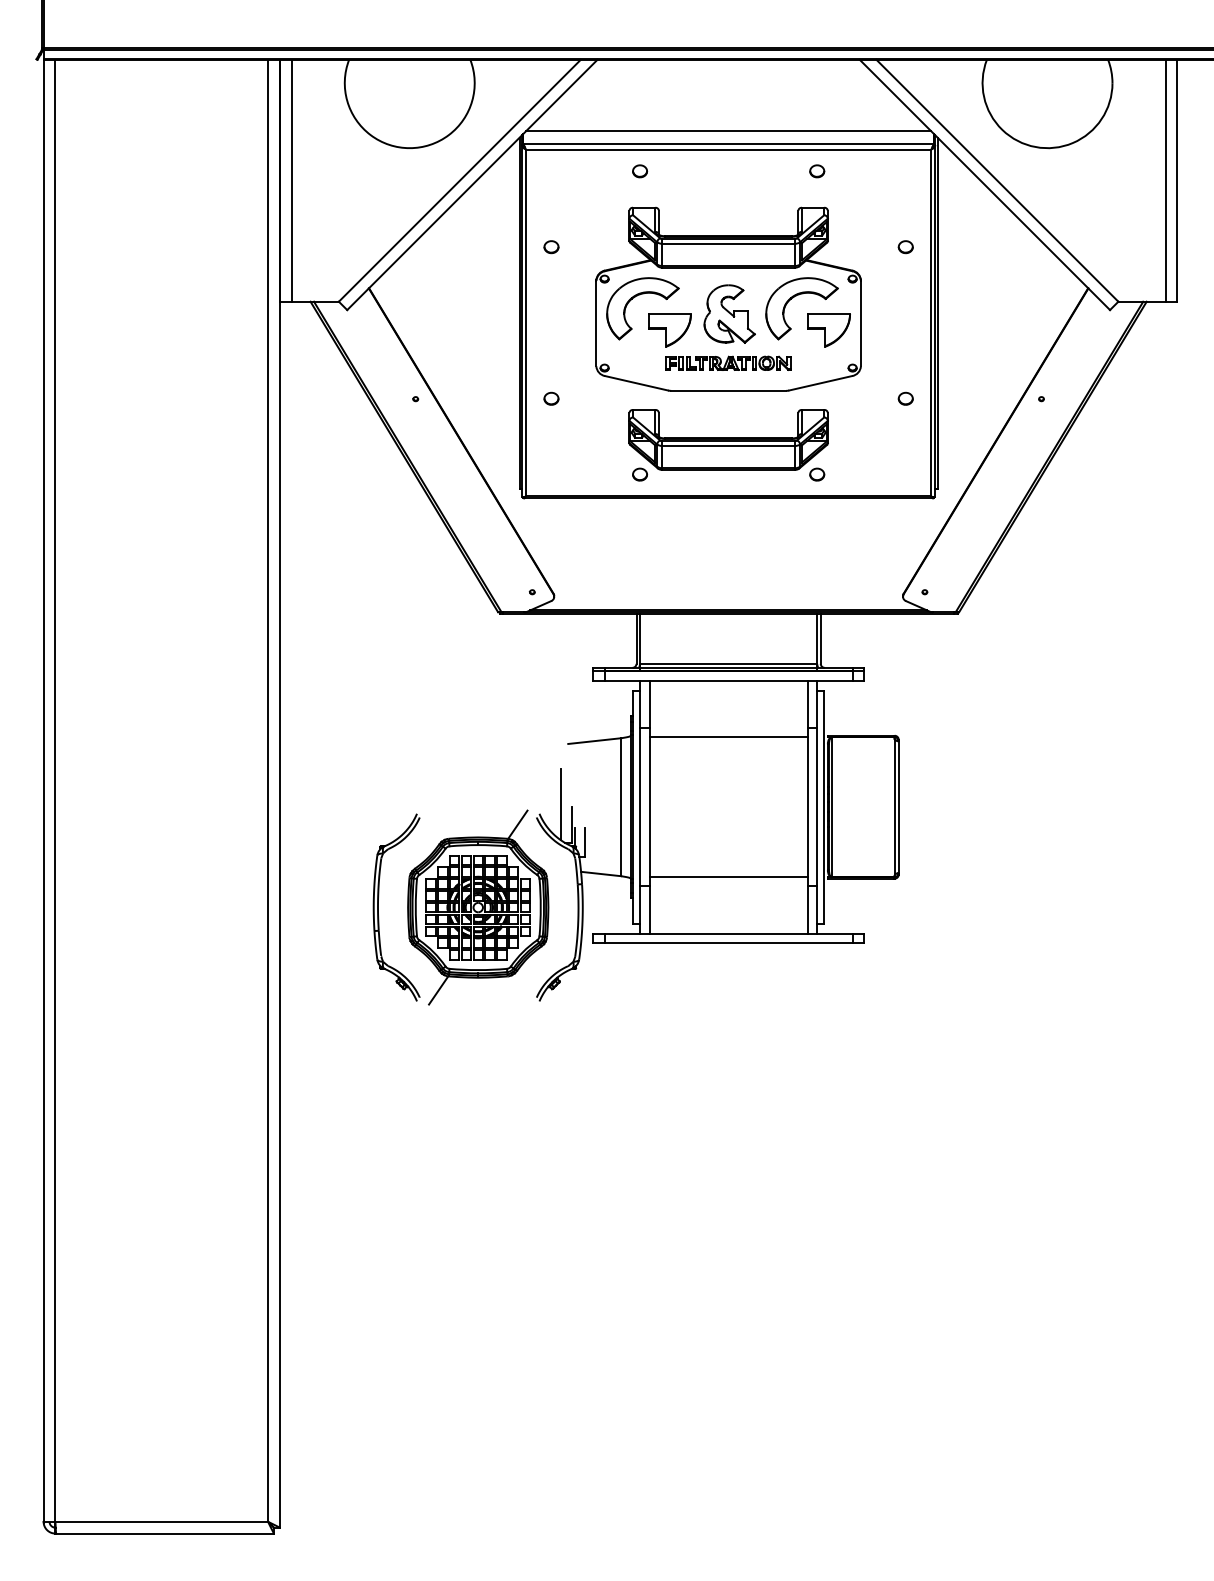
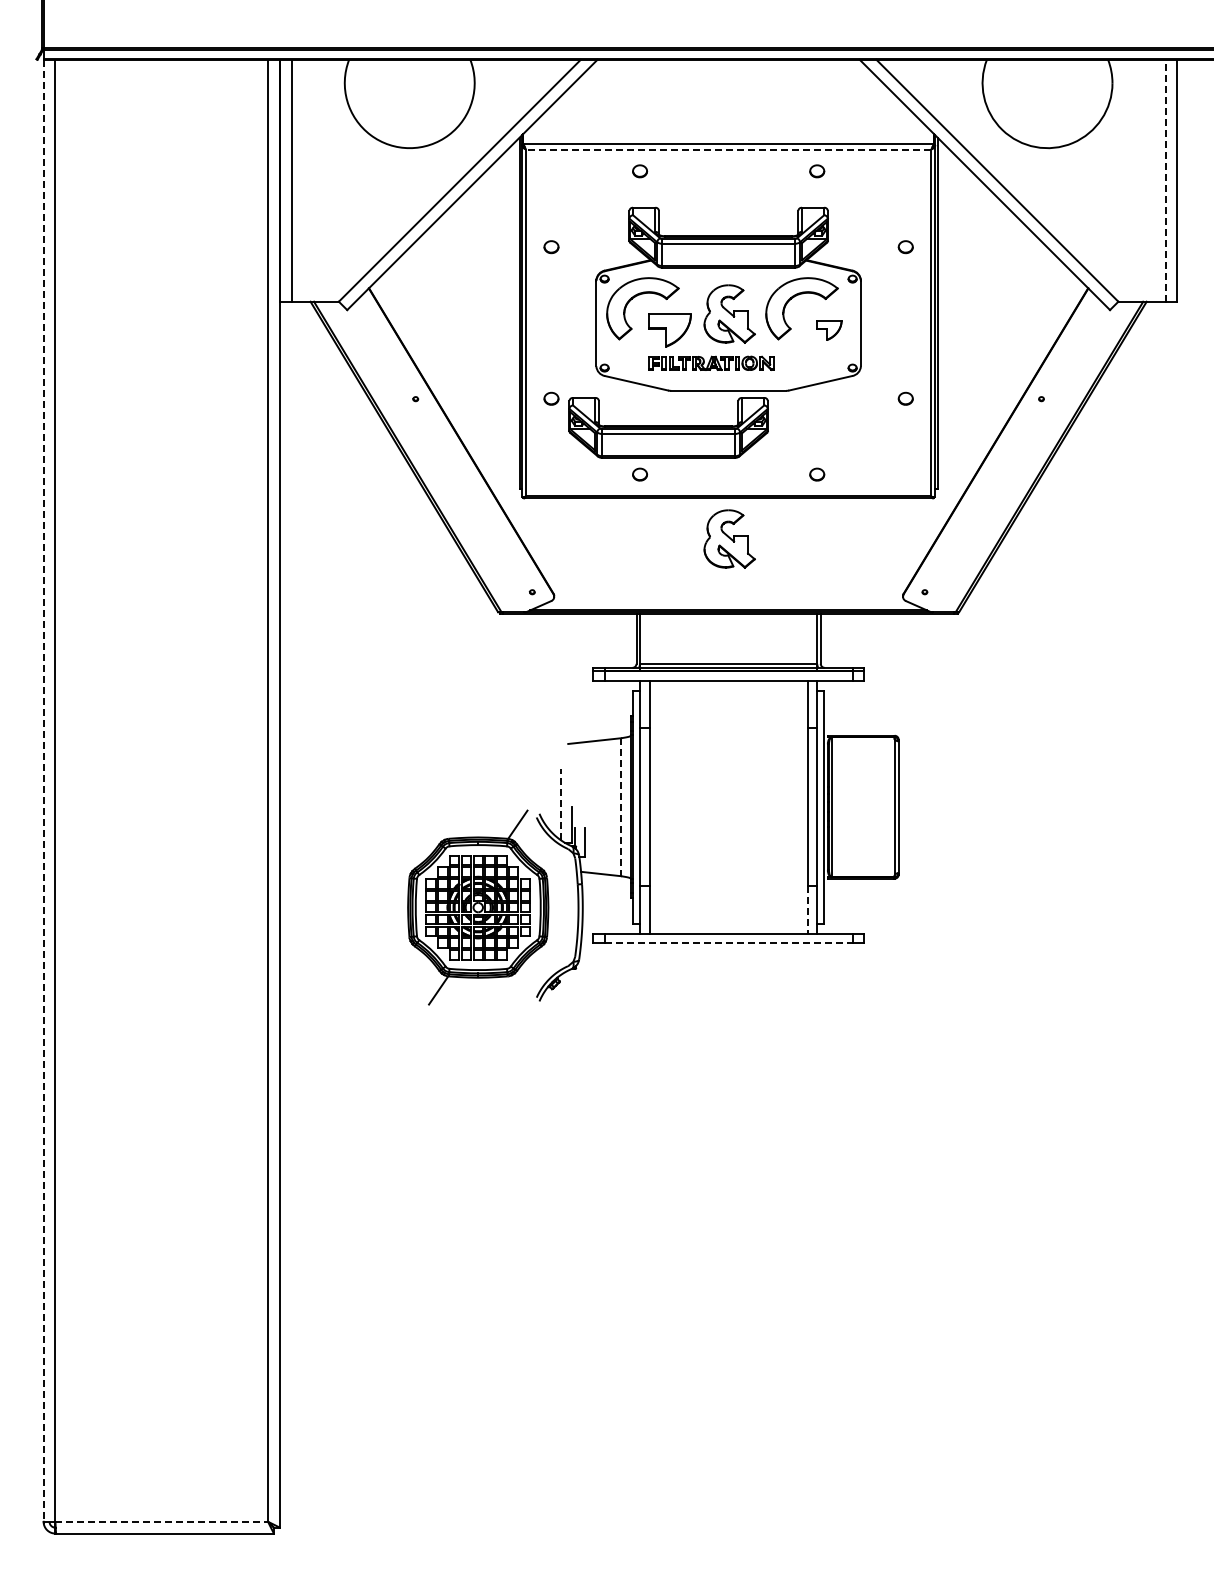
line at (728, 131): present -> none
line at (728, 149): solid -> dashed
line at (1165, 180): solid -> dashed
part at (828, 330) size: 44x35 px -> 27x21 px
part at (728, 362) position: (728, 362) -> (711, 362)
part at (728, 439) position: (728, 439) -> (668, 427)
part at (729, 538): none -> present
line at (728, 737): present -> none
line at (43, 790): solid -> dashed
line at (560, 804): solid -> dashed
line at (621, 807): solid -> dashed
line at (728, 877): present -> none
part at (378, 907): present -> none
line at (807, 909): solid -> dashed
line at (729, 943): solid -> dashed
line at (162, 1521): solid -> dashed
